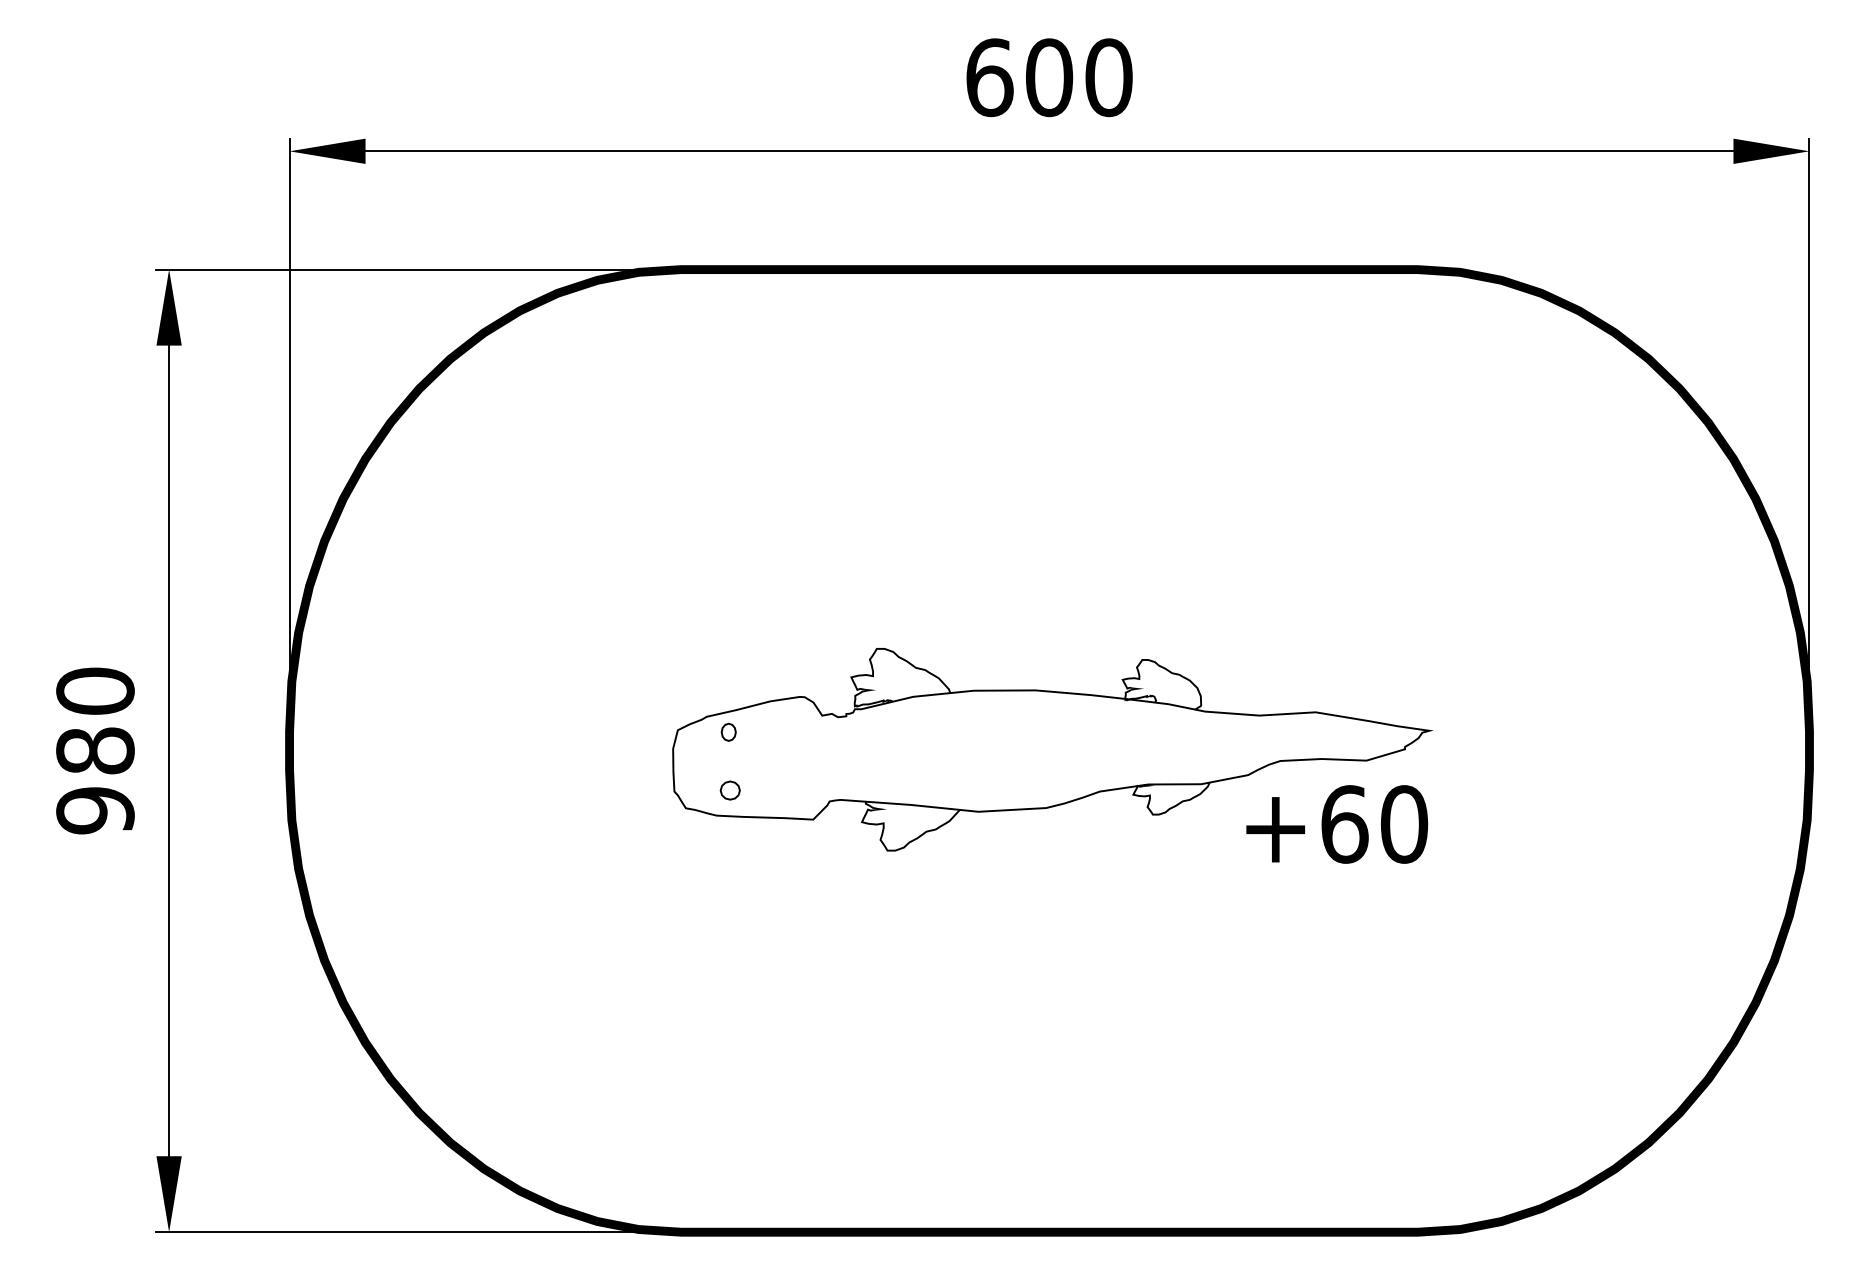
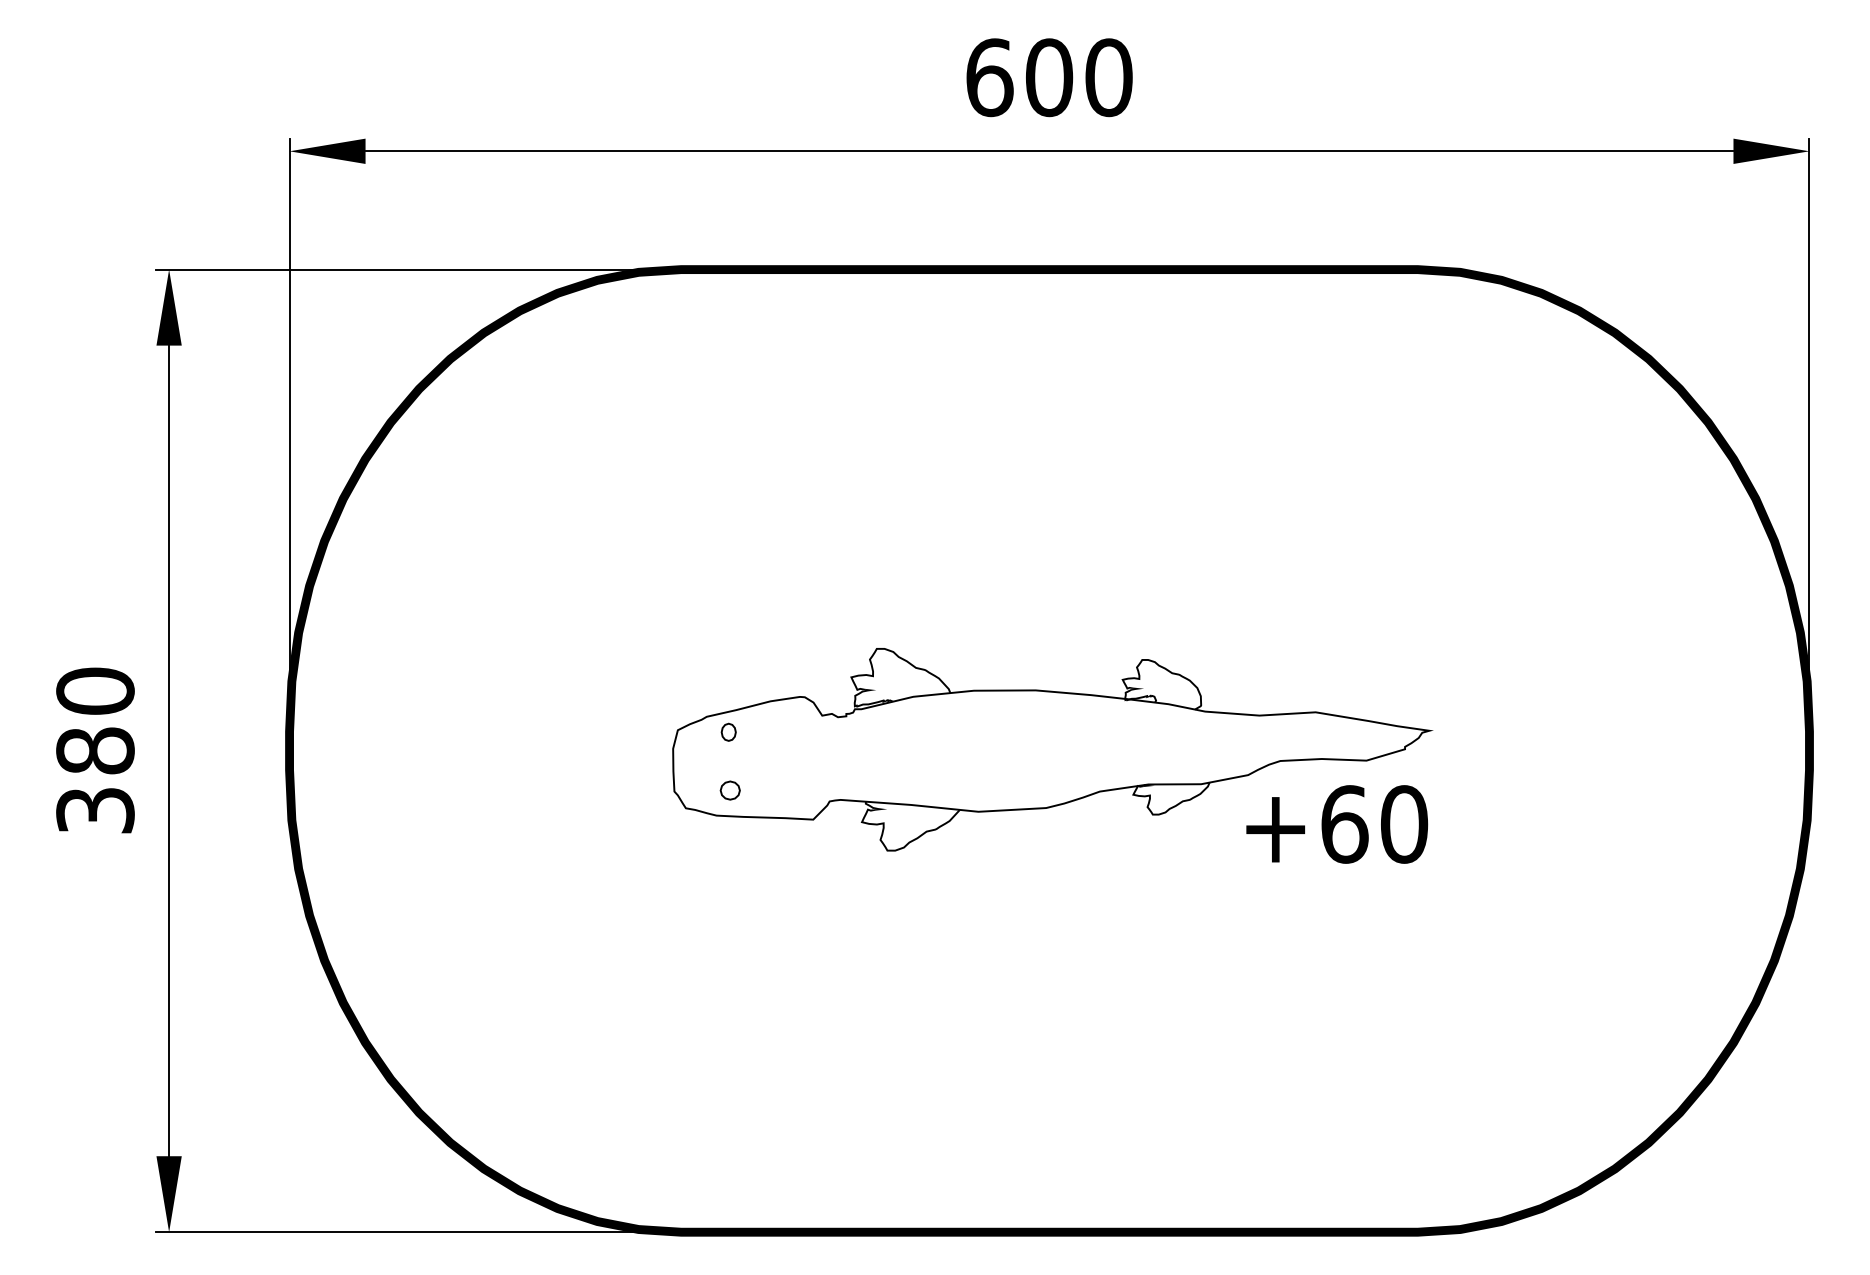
text at (95, 810): 980 -> 380
